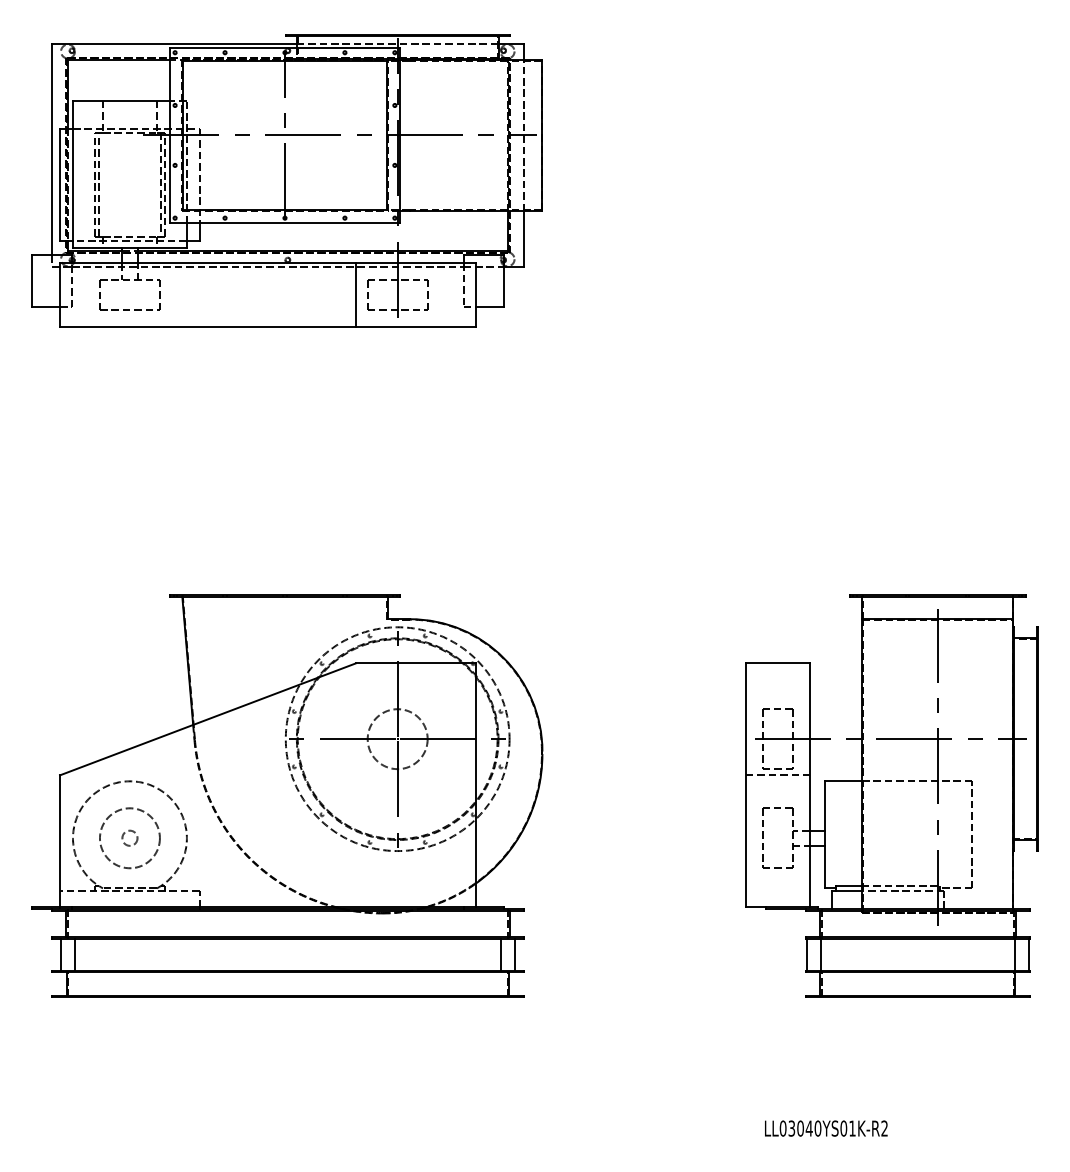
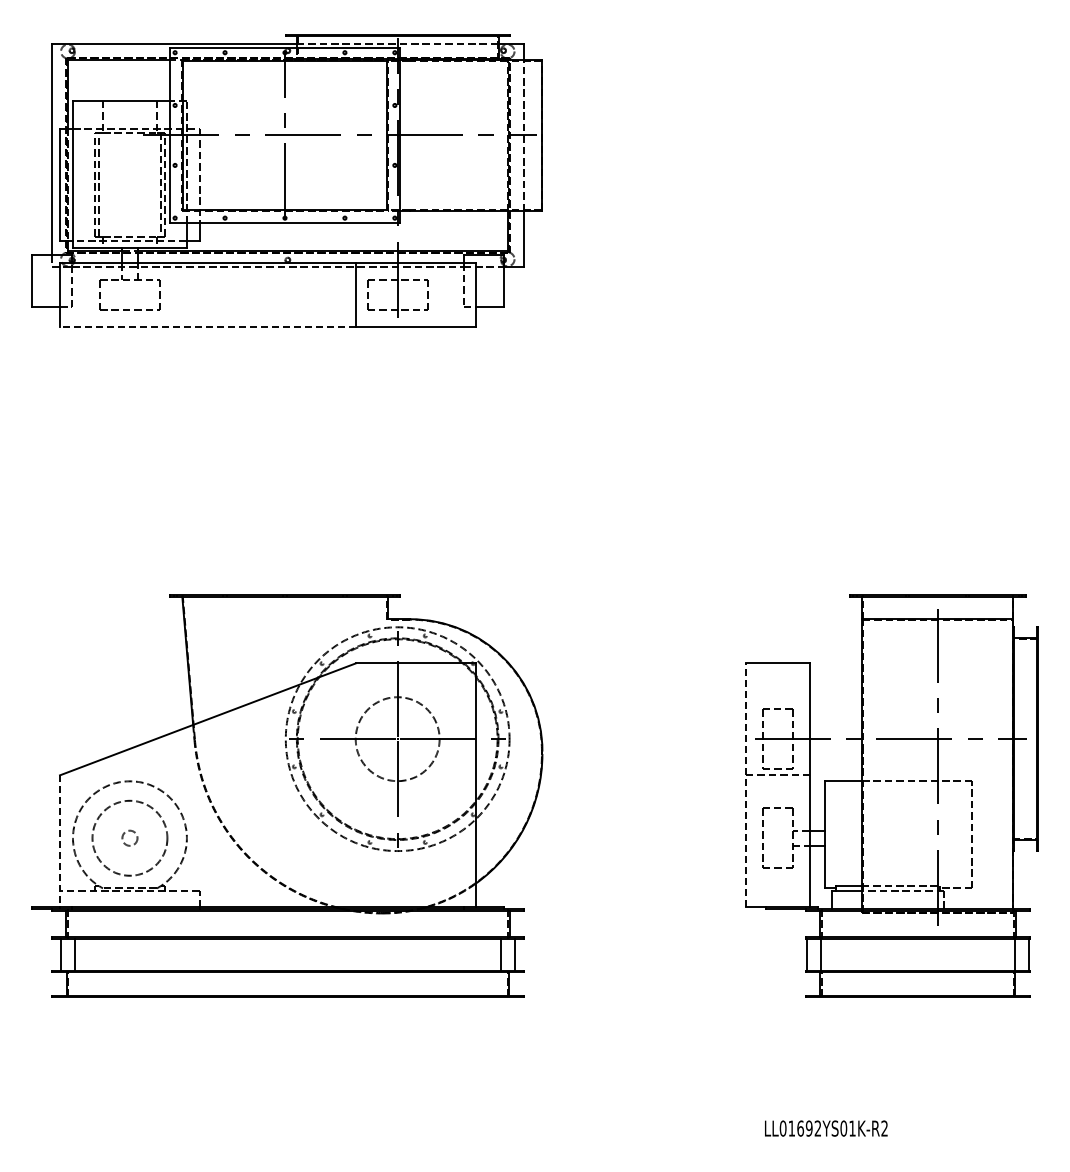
line at (207, 327): solid -> dashed
circle at (397, 739) diameter: 60 px -> 84 px
line at (745, 785): solid -> dashed
circle at (129, 838) diameter: 60 px -> 75 px
line at (60, 841): solid -> dashed
text at (804, 1128): LL03040YS01K-R2 -> LL01692YS01K-R2
